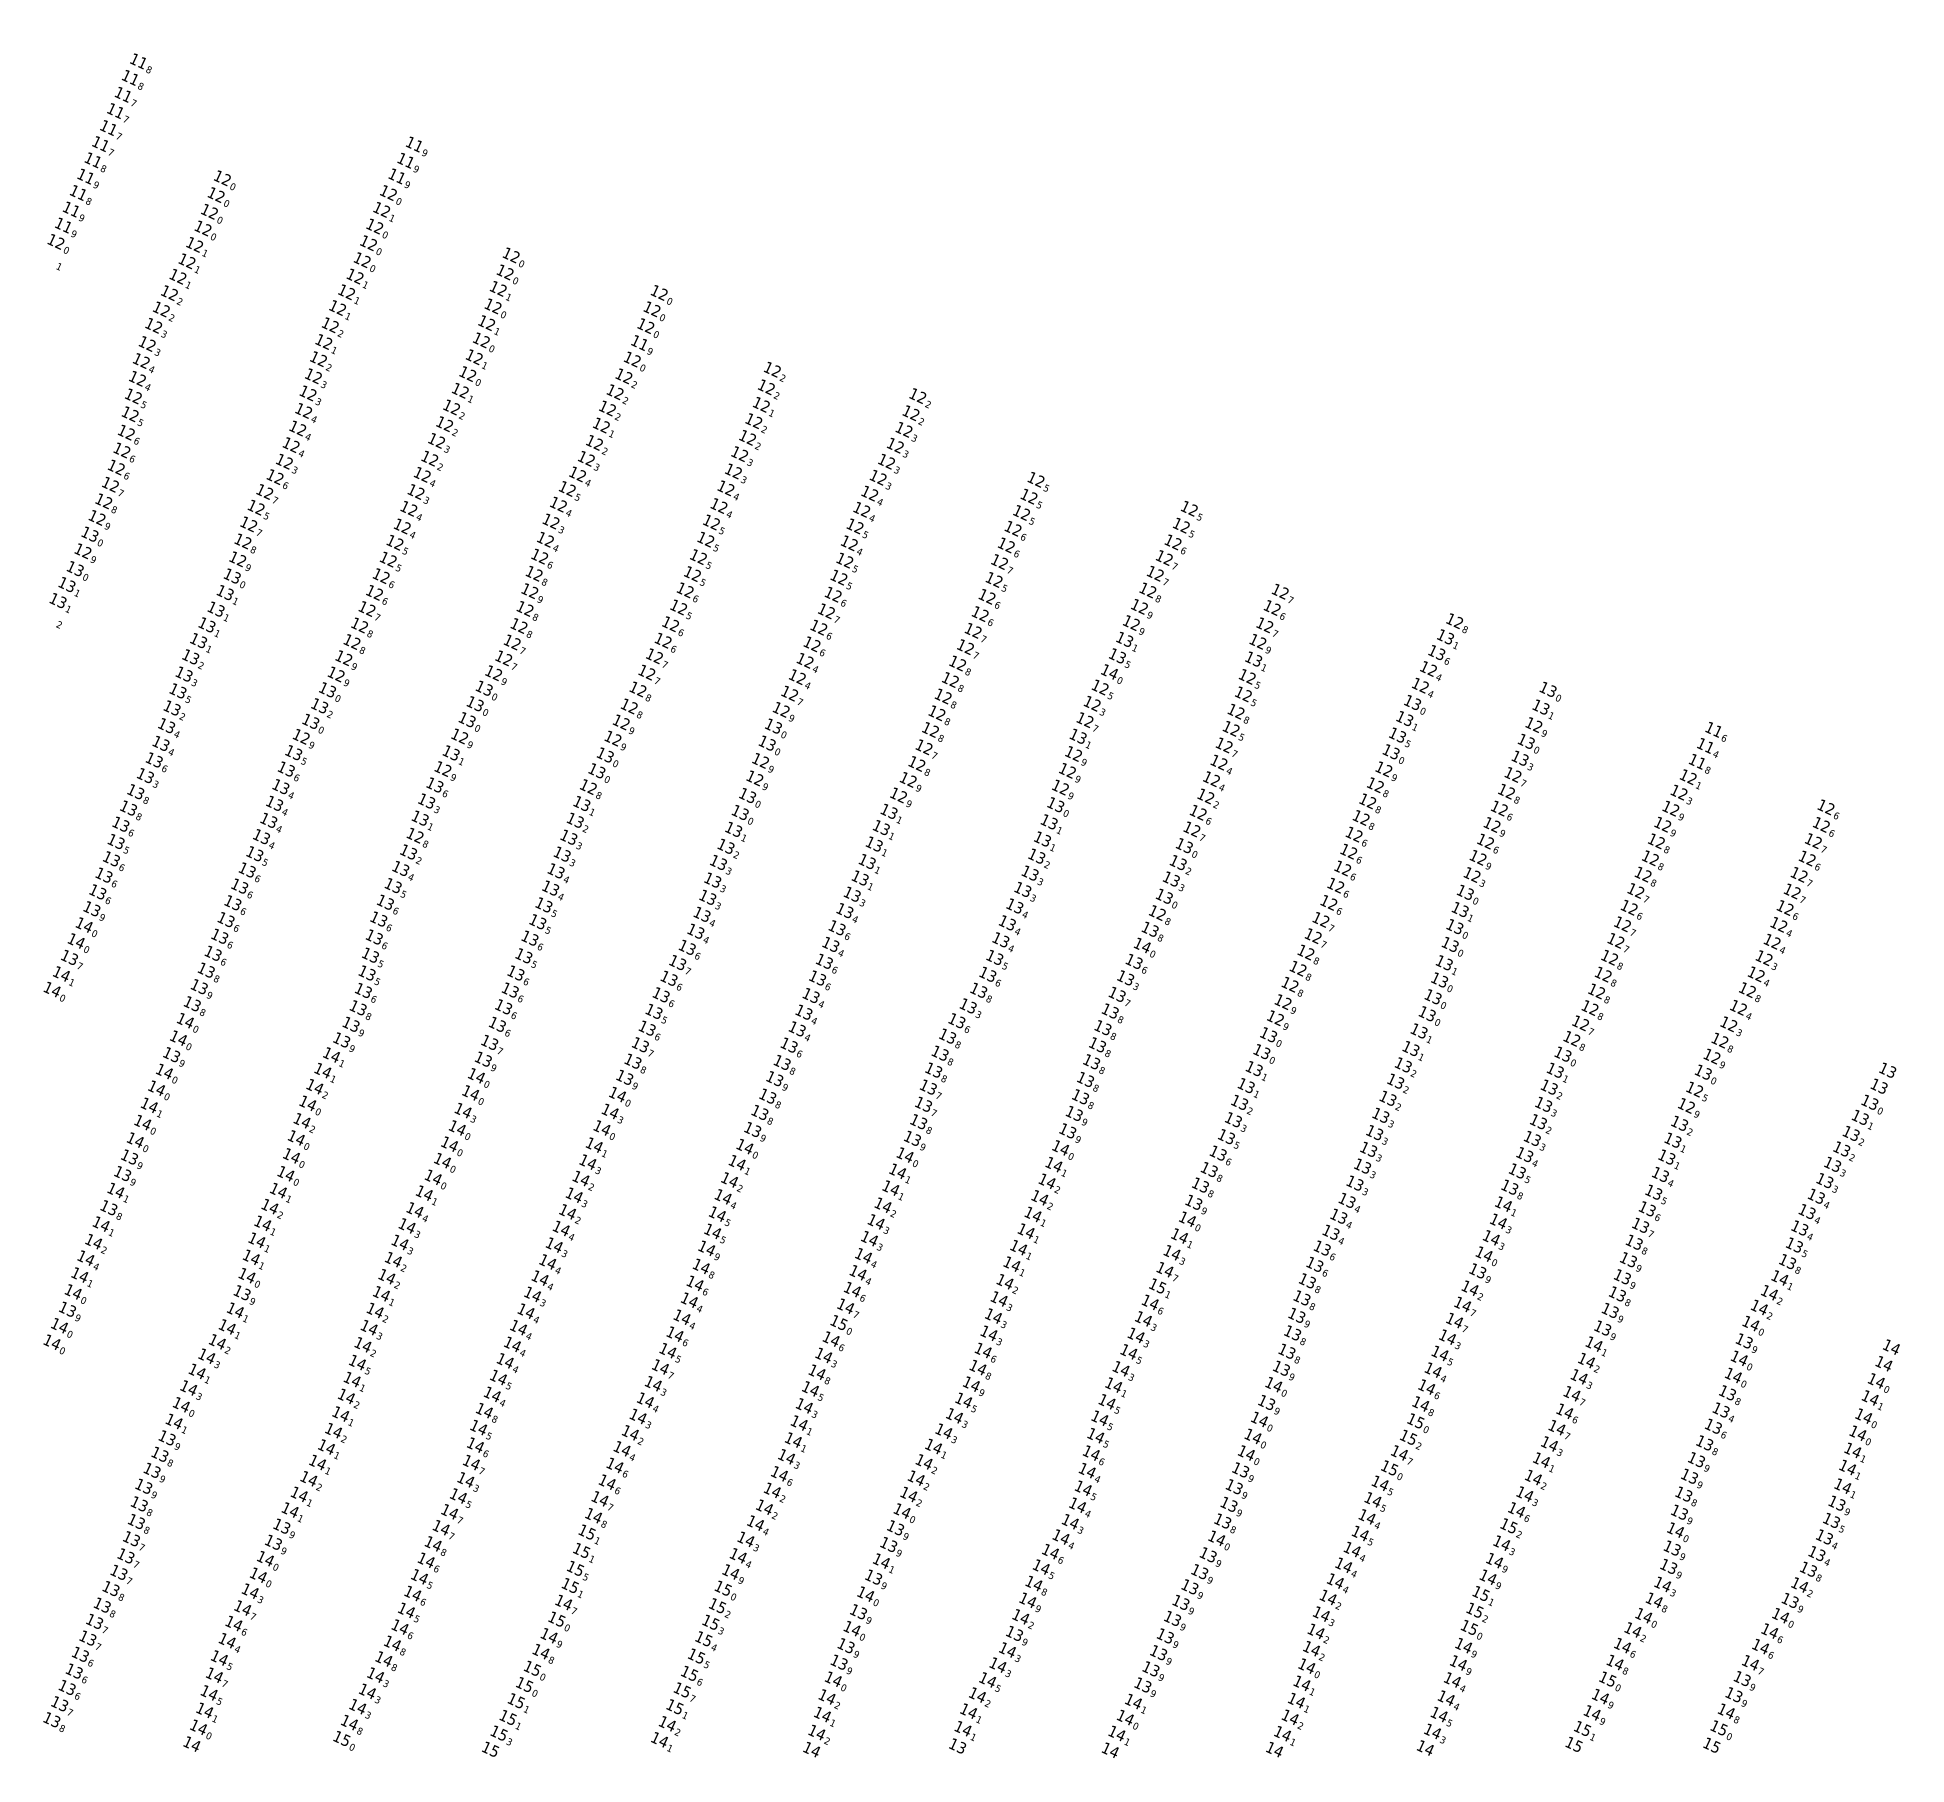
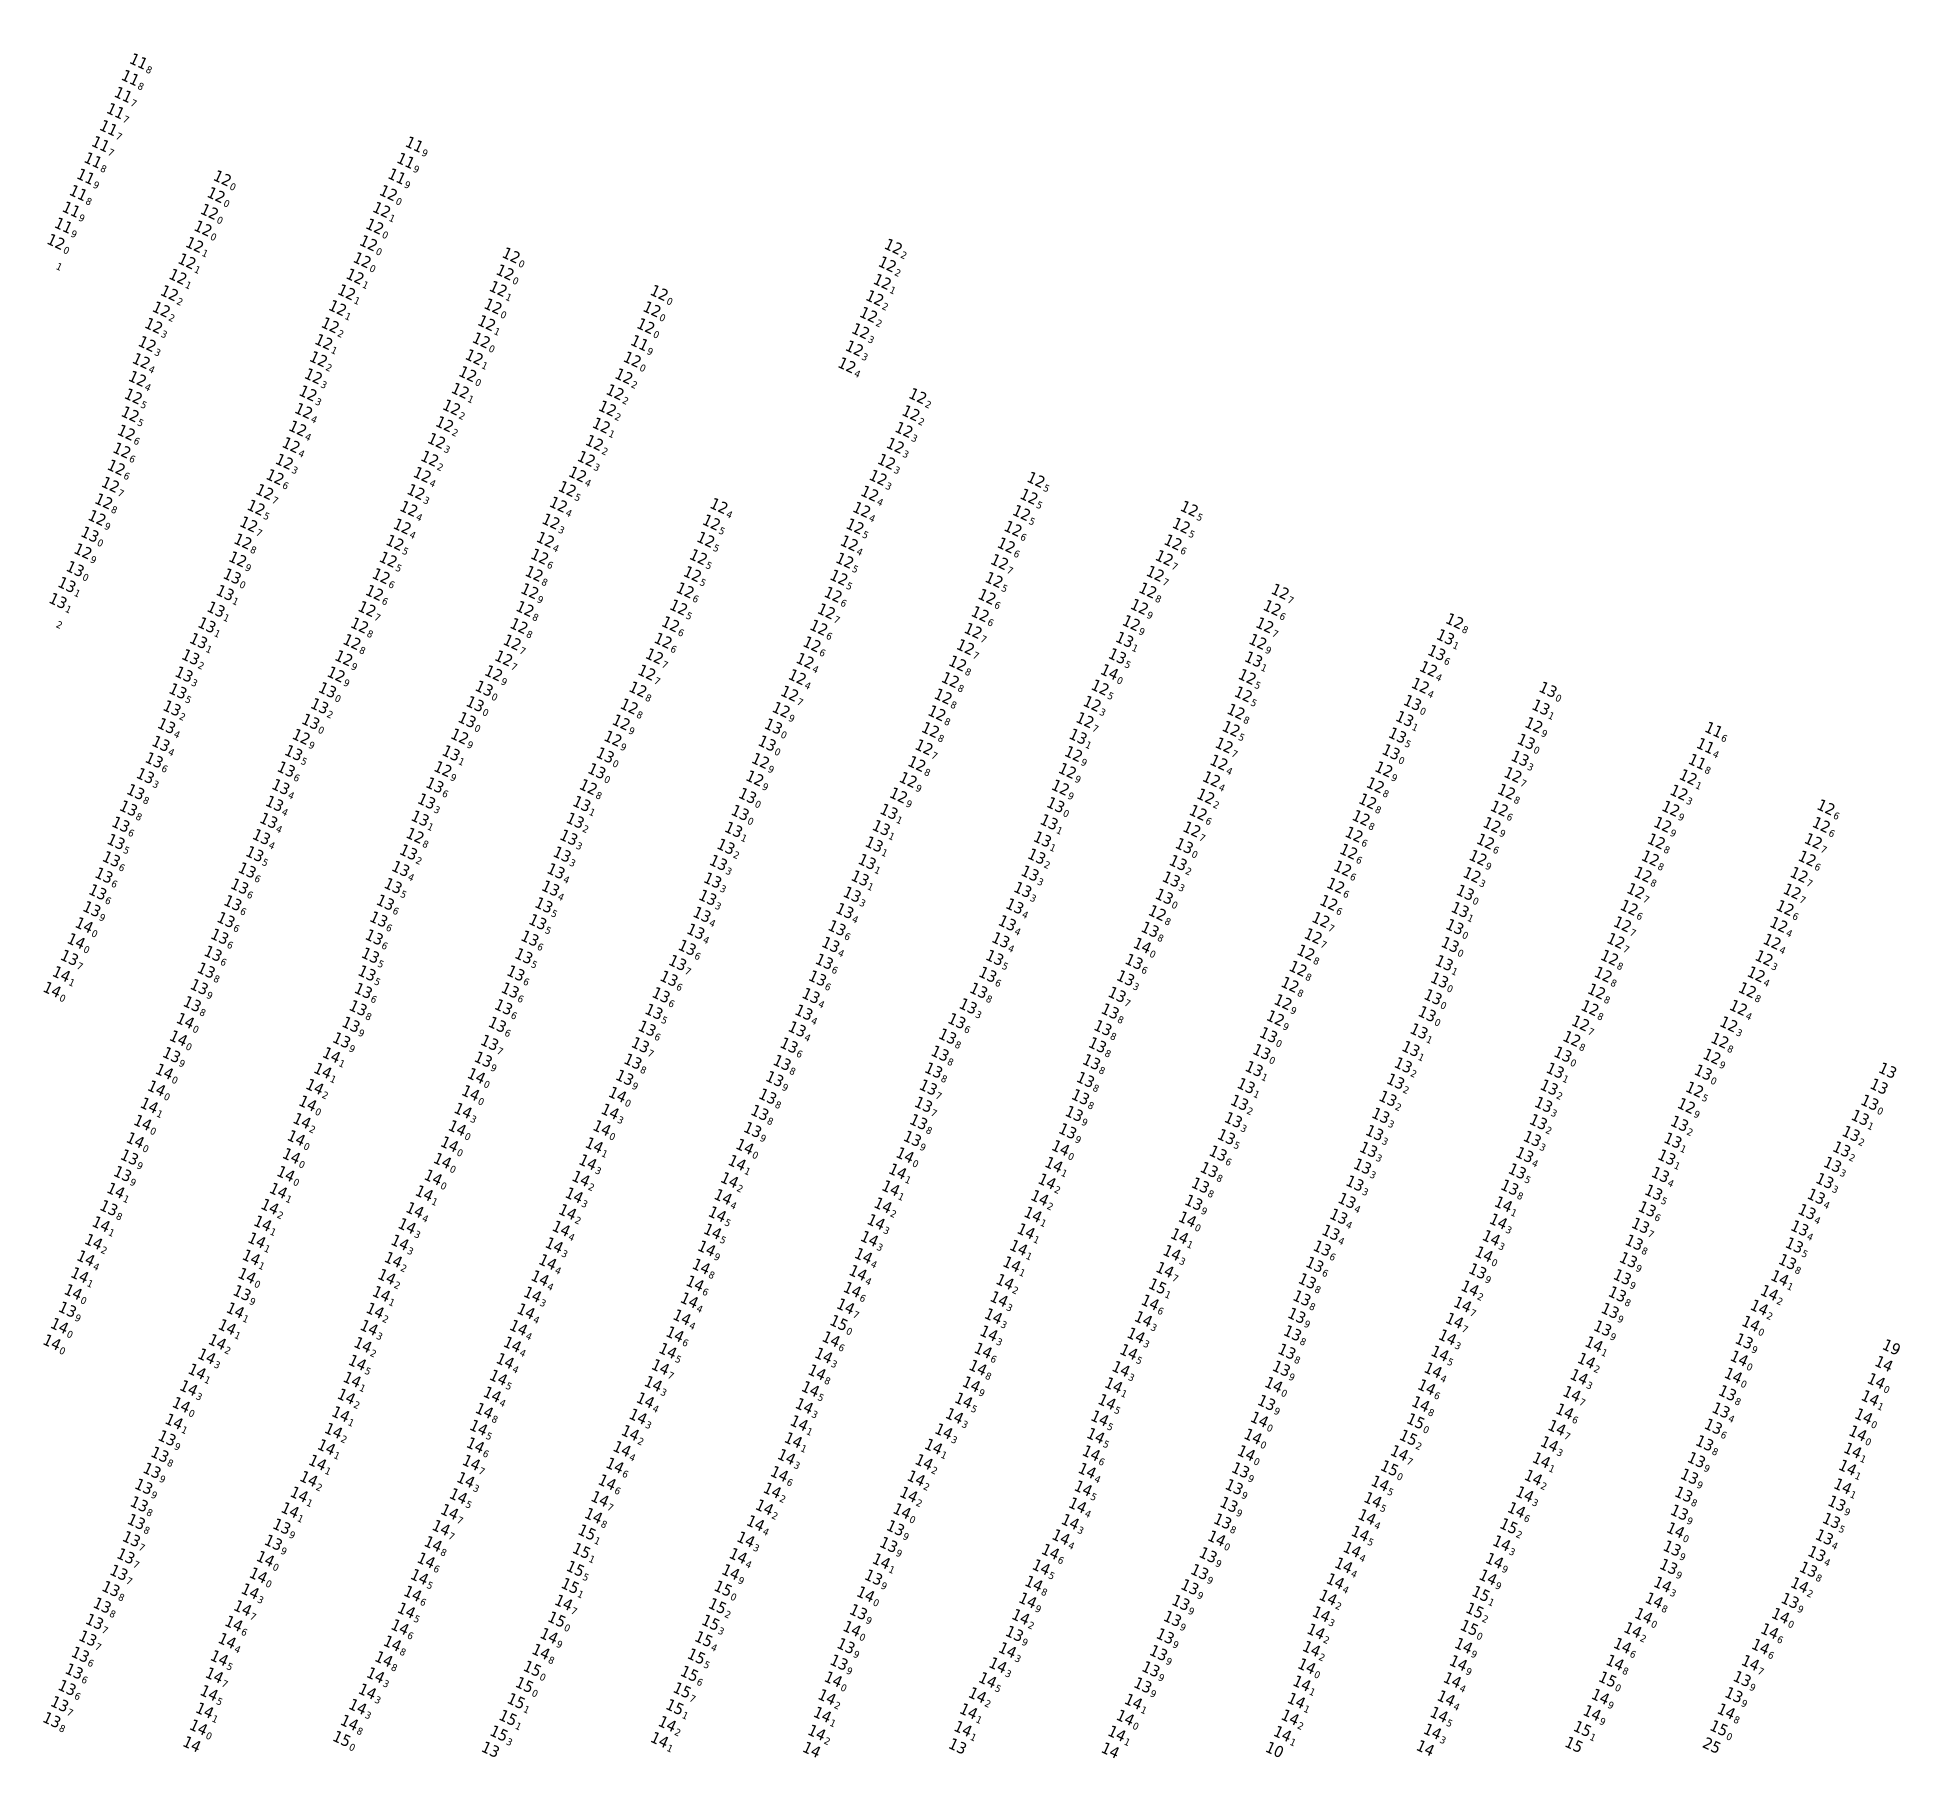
text at (751, 430) position: (751, 430) -> (872, 307)
text at (1894, 1348): 14 -> 19
text at (1706, 1743): 15 -> 25
text at (495, 1750): 15 -> 13
text at (1278, 1751): 14 -> 10
